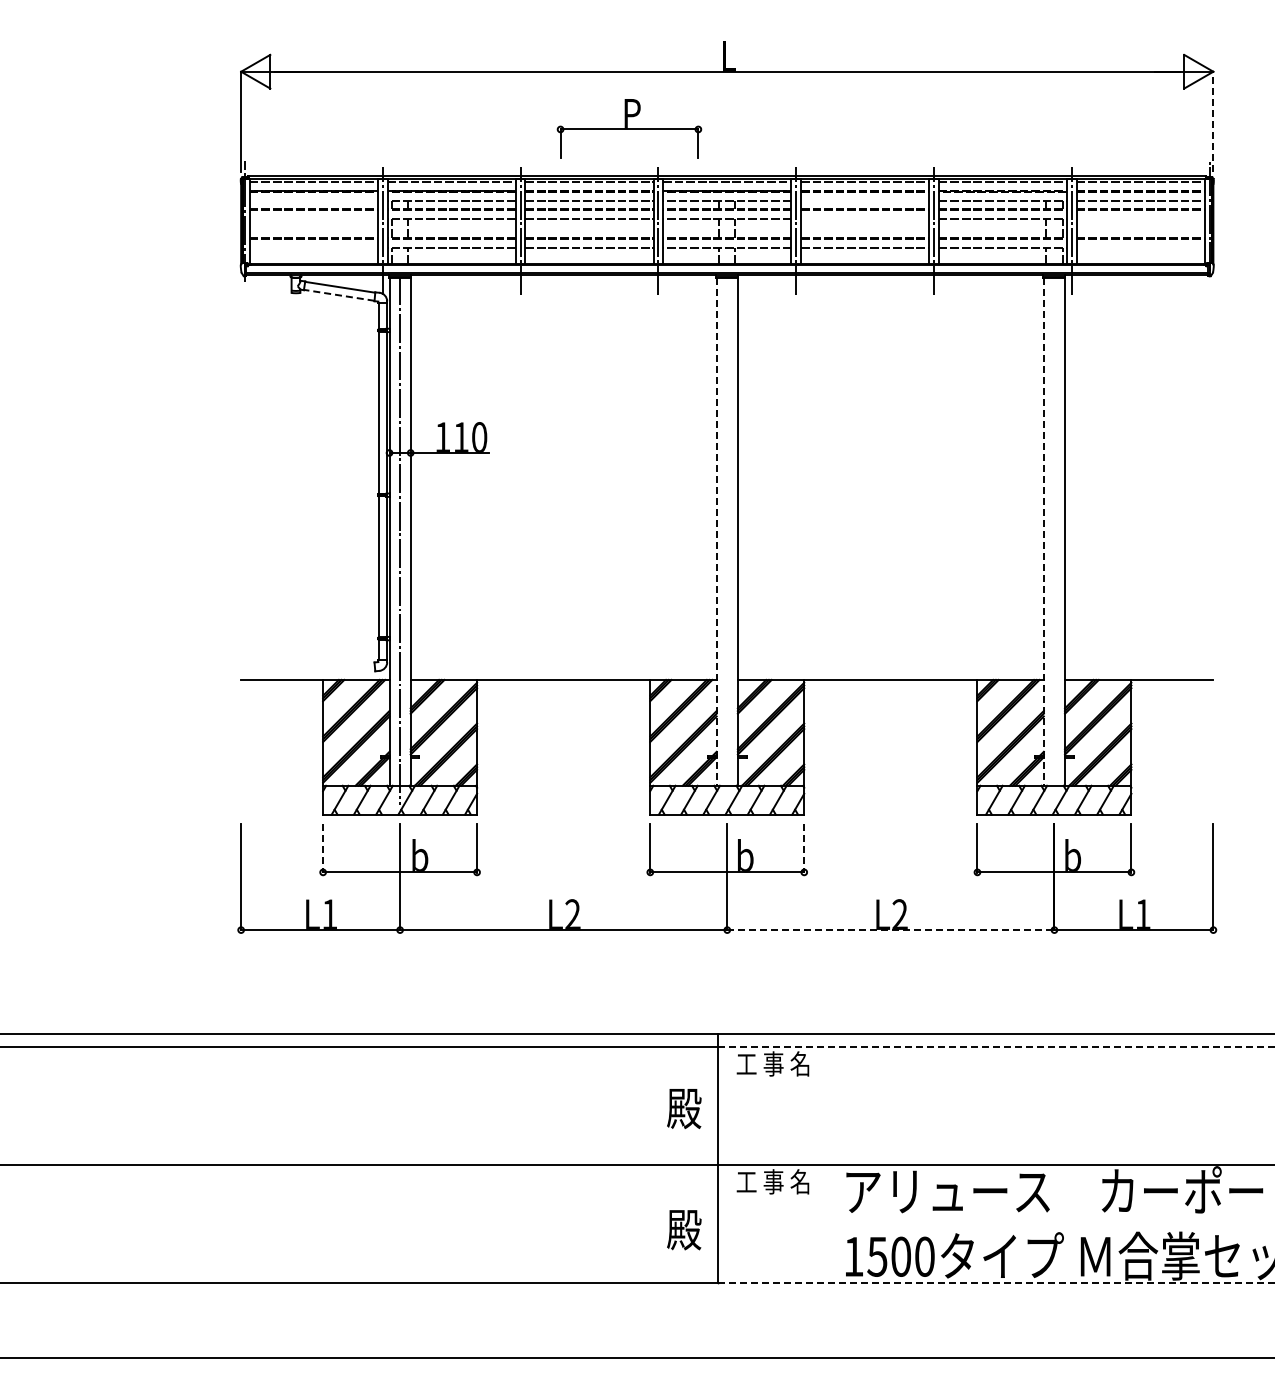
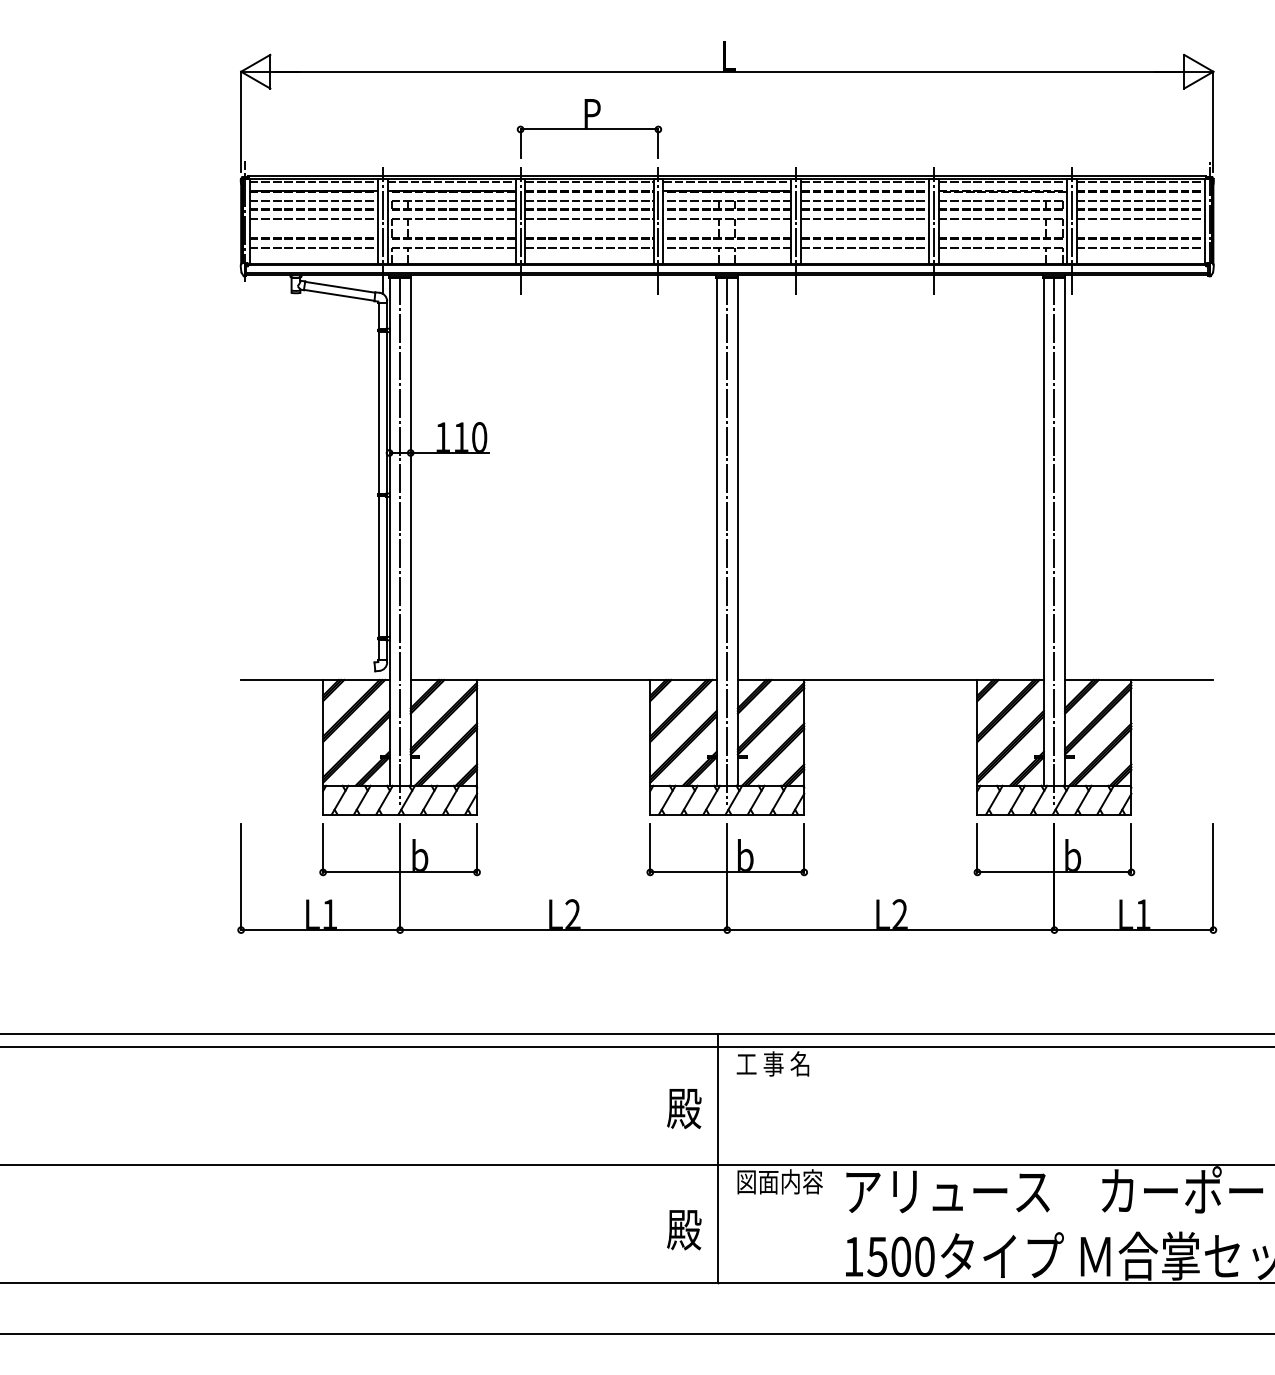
line at (1213, 121): dashed -> solid
part at (629, 128) position: (629, 128) -> (589, 128)
line at (313, 200): none -> present
line at (864, 200): none -> present
line at (313, 218): none -> present
line at (864, 218): none -> present
line at (1140, 218): none -> present
line at (313, 247): none -> present
line at (1140, 247): none -> present
line at (339, 295): dashed -> solid
line at (716, 532): dashed -> solid
line at (1043, 532): dashed -> solid
line at (727, 540): none -> present
line at (1054, 540): none -> present
line at (323, 848): dashed -> solid
line at (804, 848): dashed -> solid
line at (890, 930): dashed -> solid
line at (995, 1047): dashed -> solid
text at (779, 1181): 工 事 名 -> 図面内容
line at (996, 1283): dashed -> solid
line at (636, 1357) position: (636, 1357) -> (636, 1333)
